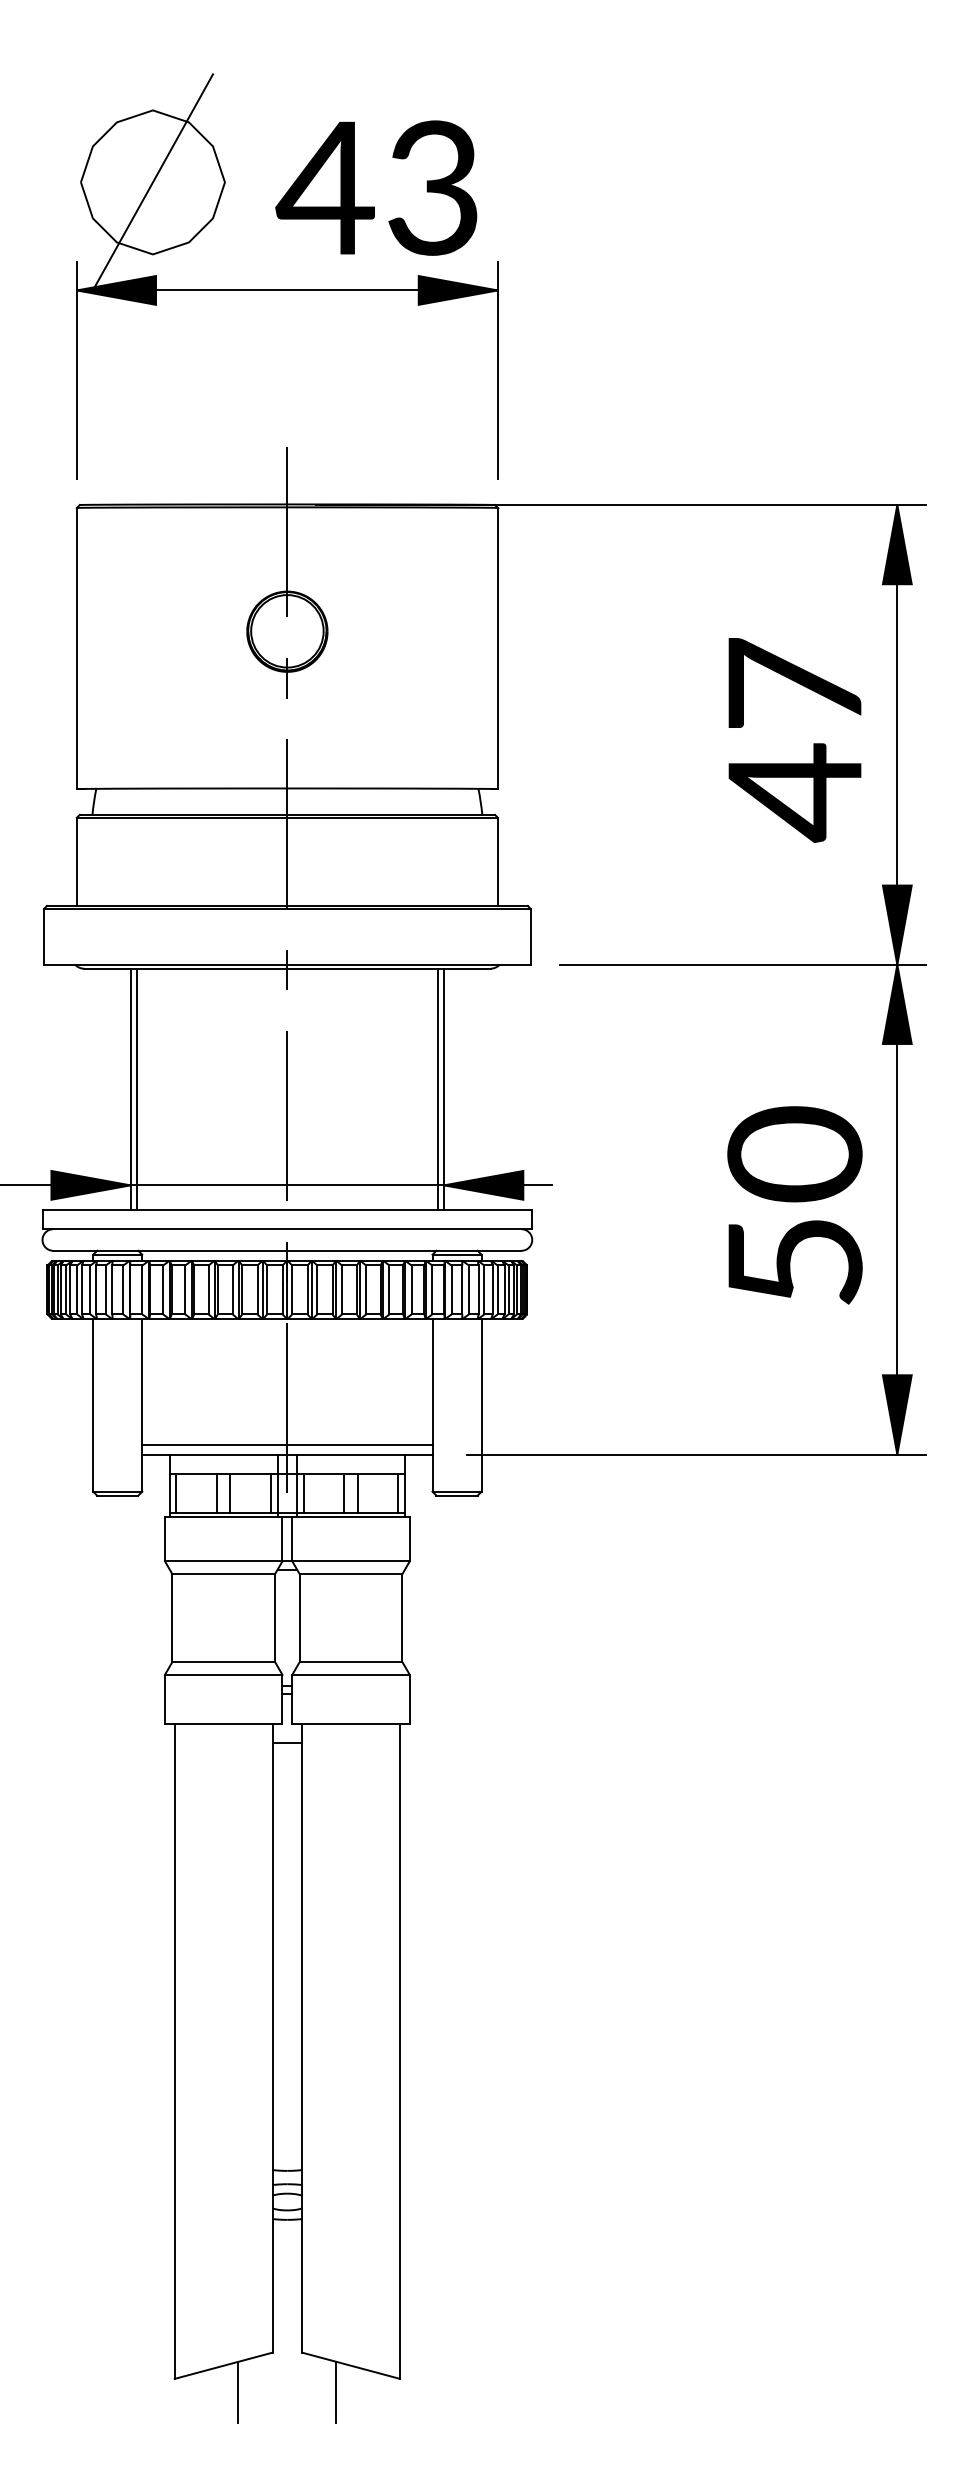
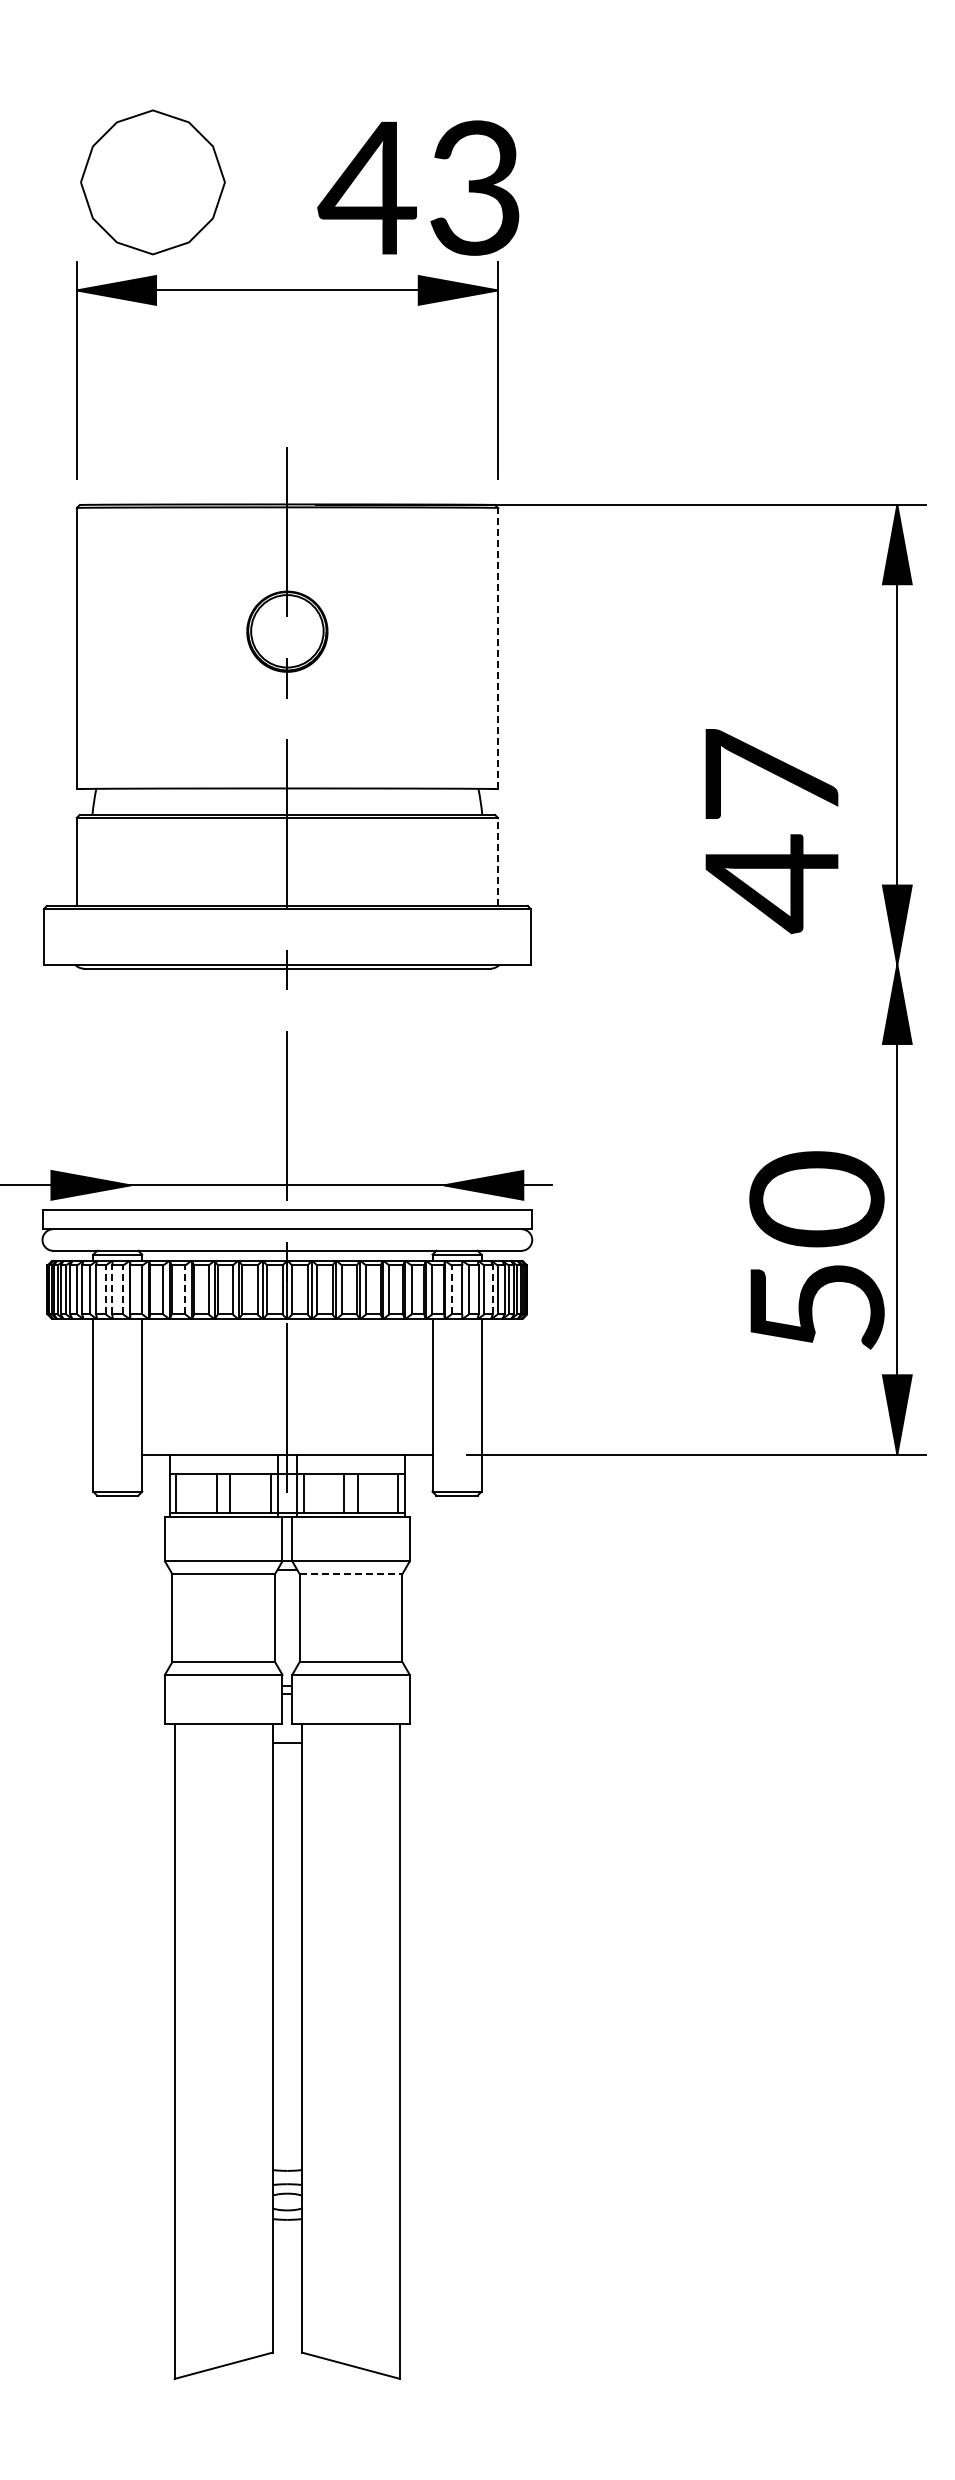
line at (152, 182): present -> none
text at (376, 187) position: (376, 187) -> (418, 187)
line at (497, 648): solid -> dashed
text at (794, 740) position: (794, 740) -> (771, 831)
line at (497, 861): solid -> dashed
line at (742, 964): present -> none
line at (130, 1088): present -> none
line at (137, 1088): present -> none
line at (437, 1088): present -> none
line at (444, 1088): present -> none
text at (794, 1205) position: (794, 1205) -> (816, 1250)
line at (105, 1289): solid -> dashed
line at (112, 1289): solid -> dashed
line at (123, 1289): solid -> dashed
line at (185, 1289): solid -> dashed
line at (451, 1289): solid -> dashed
line at (492, 1289): solid -> dashed
line at (287, 1444): present -> none
line at (351, 1574): solid -> dashed
line at (238, 2391): present -> none
line at (336, 2391): present -> none
